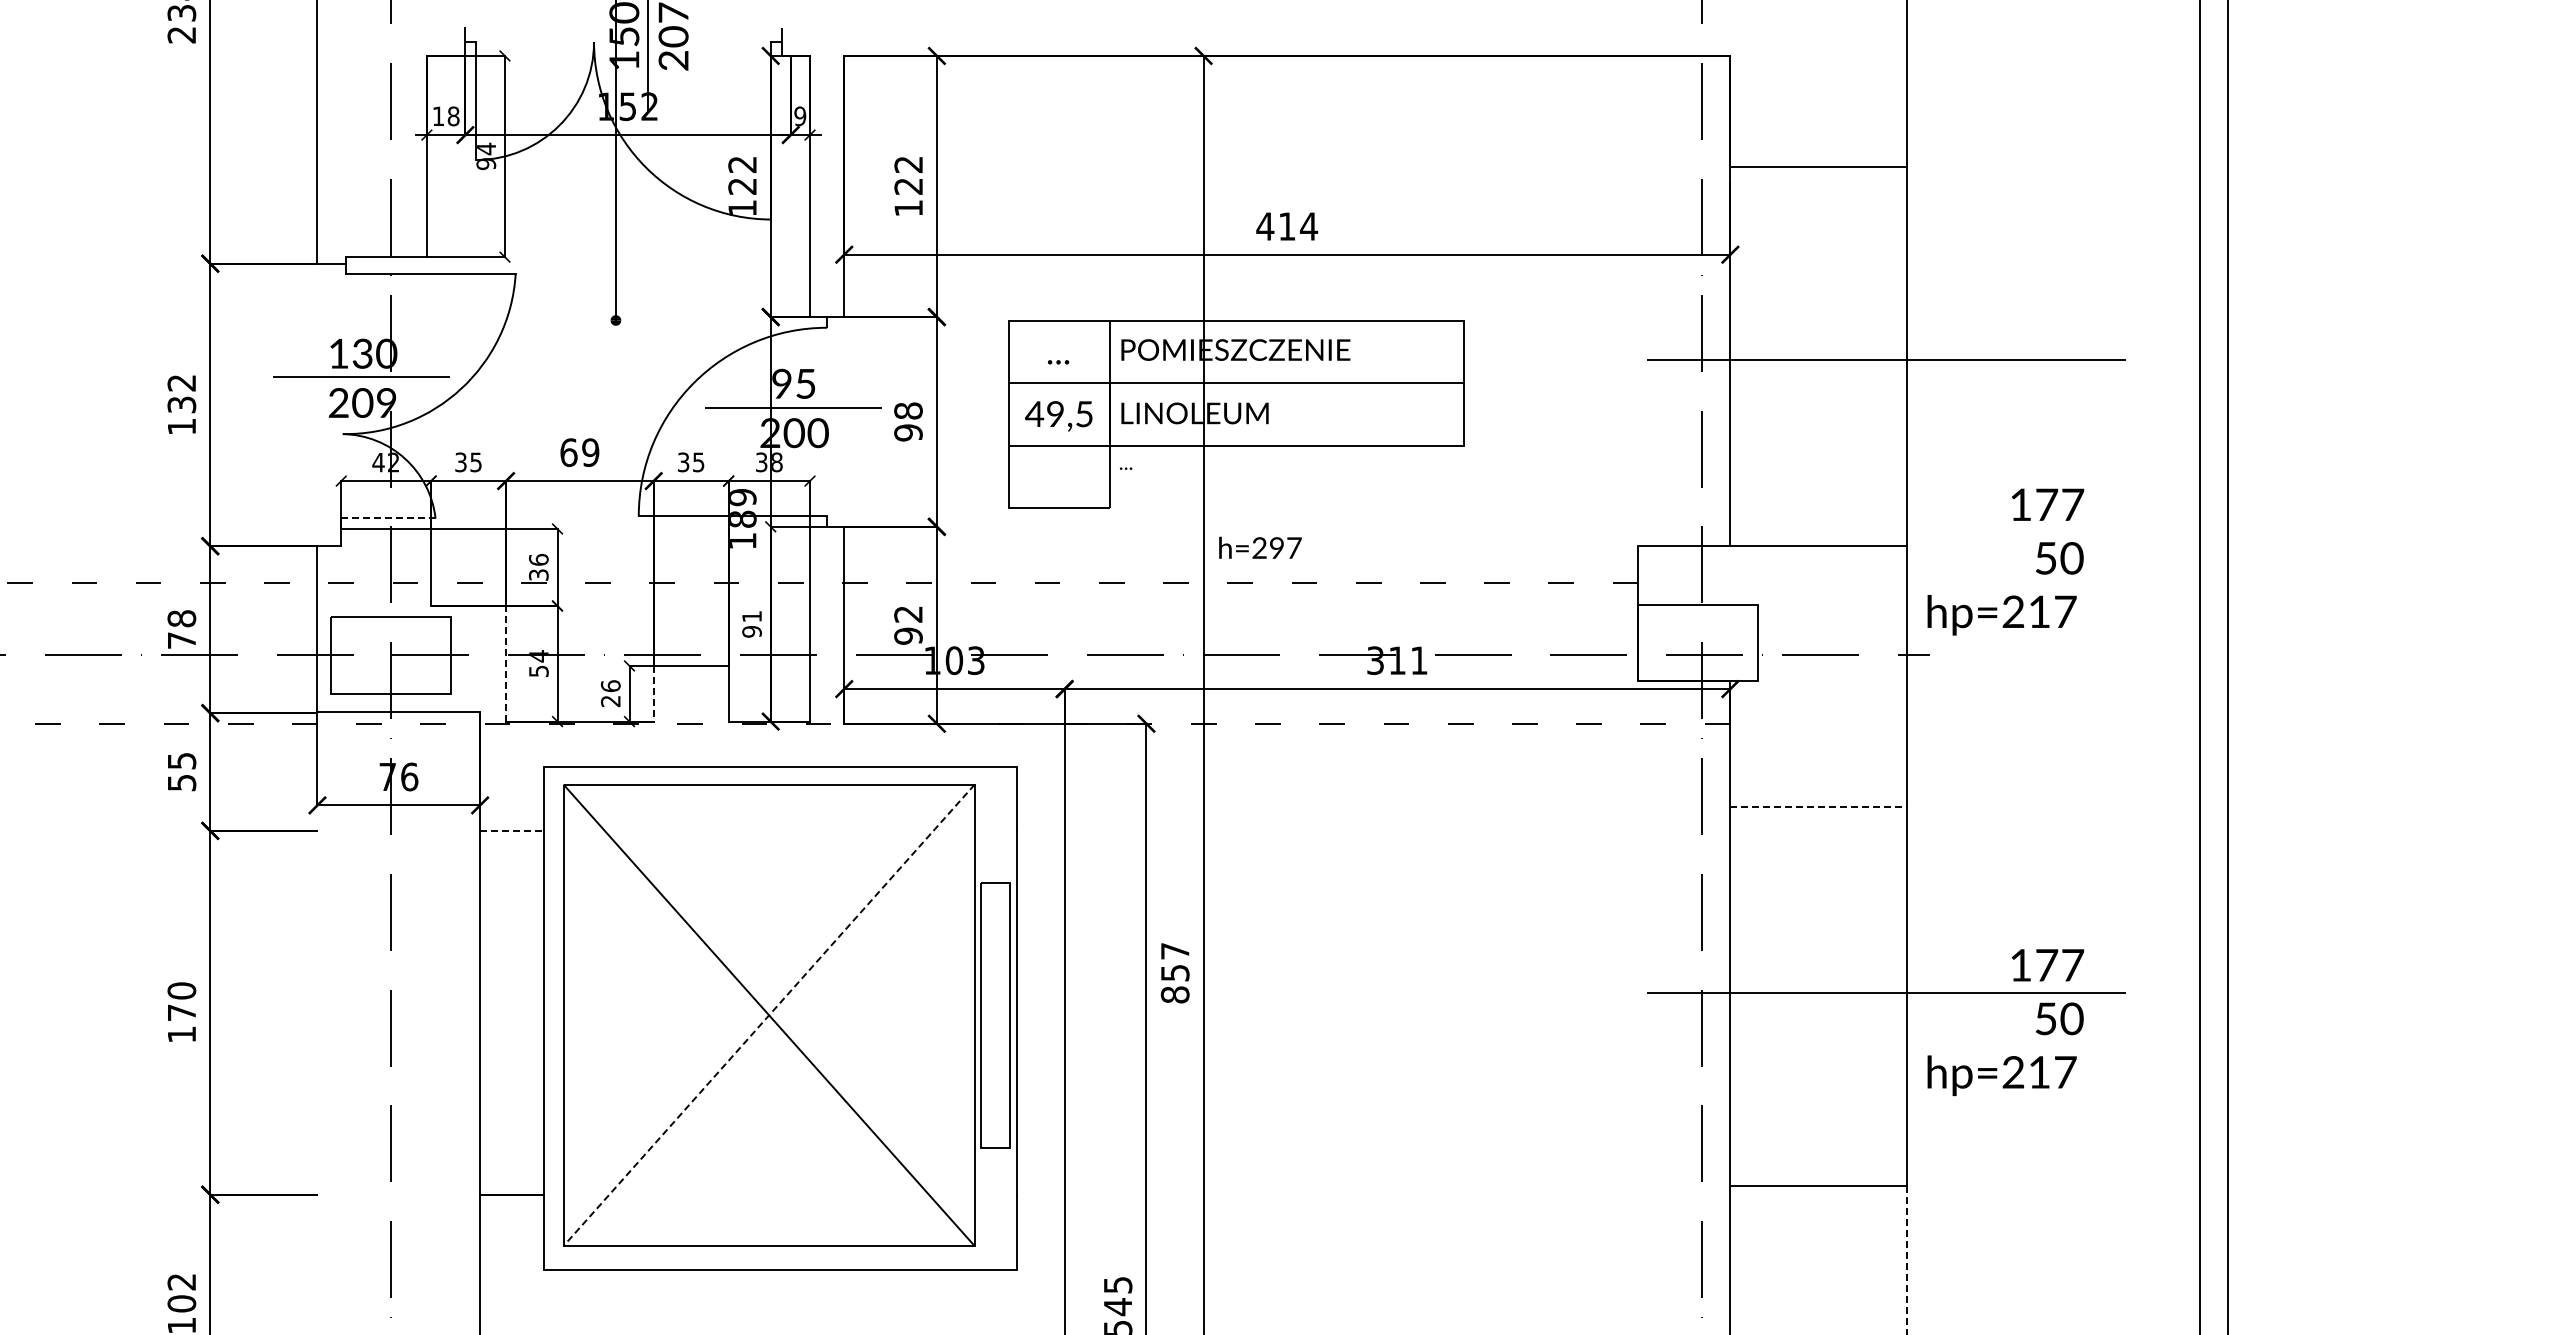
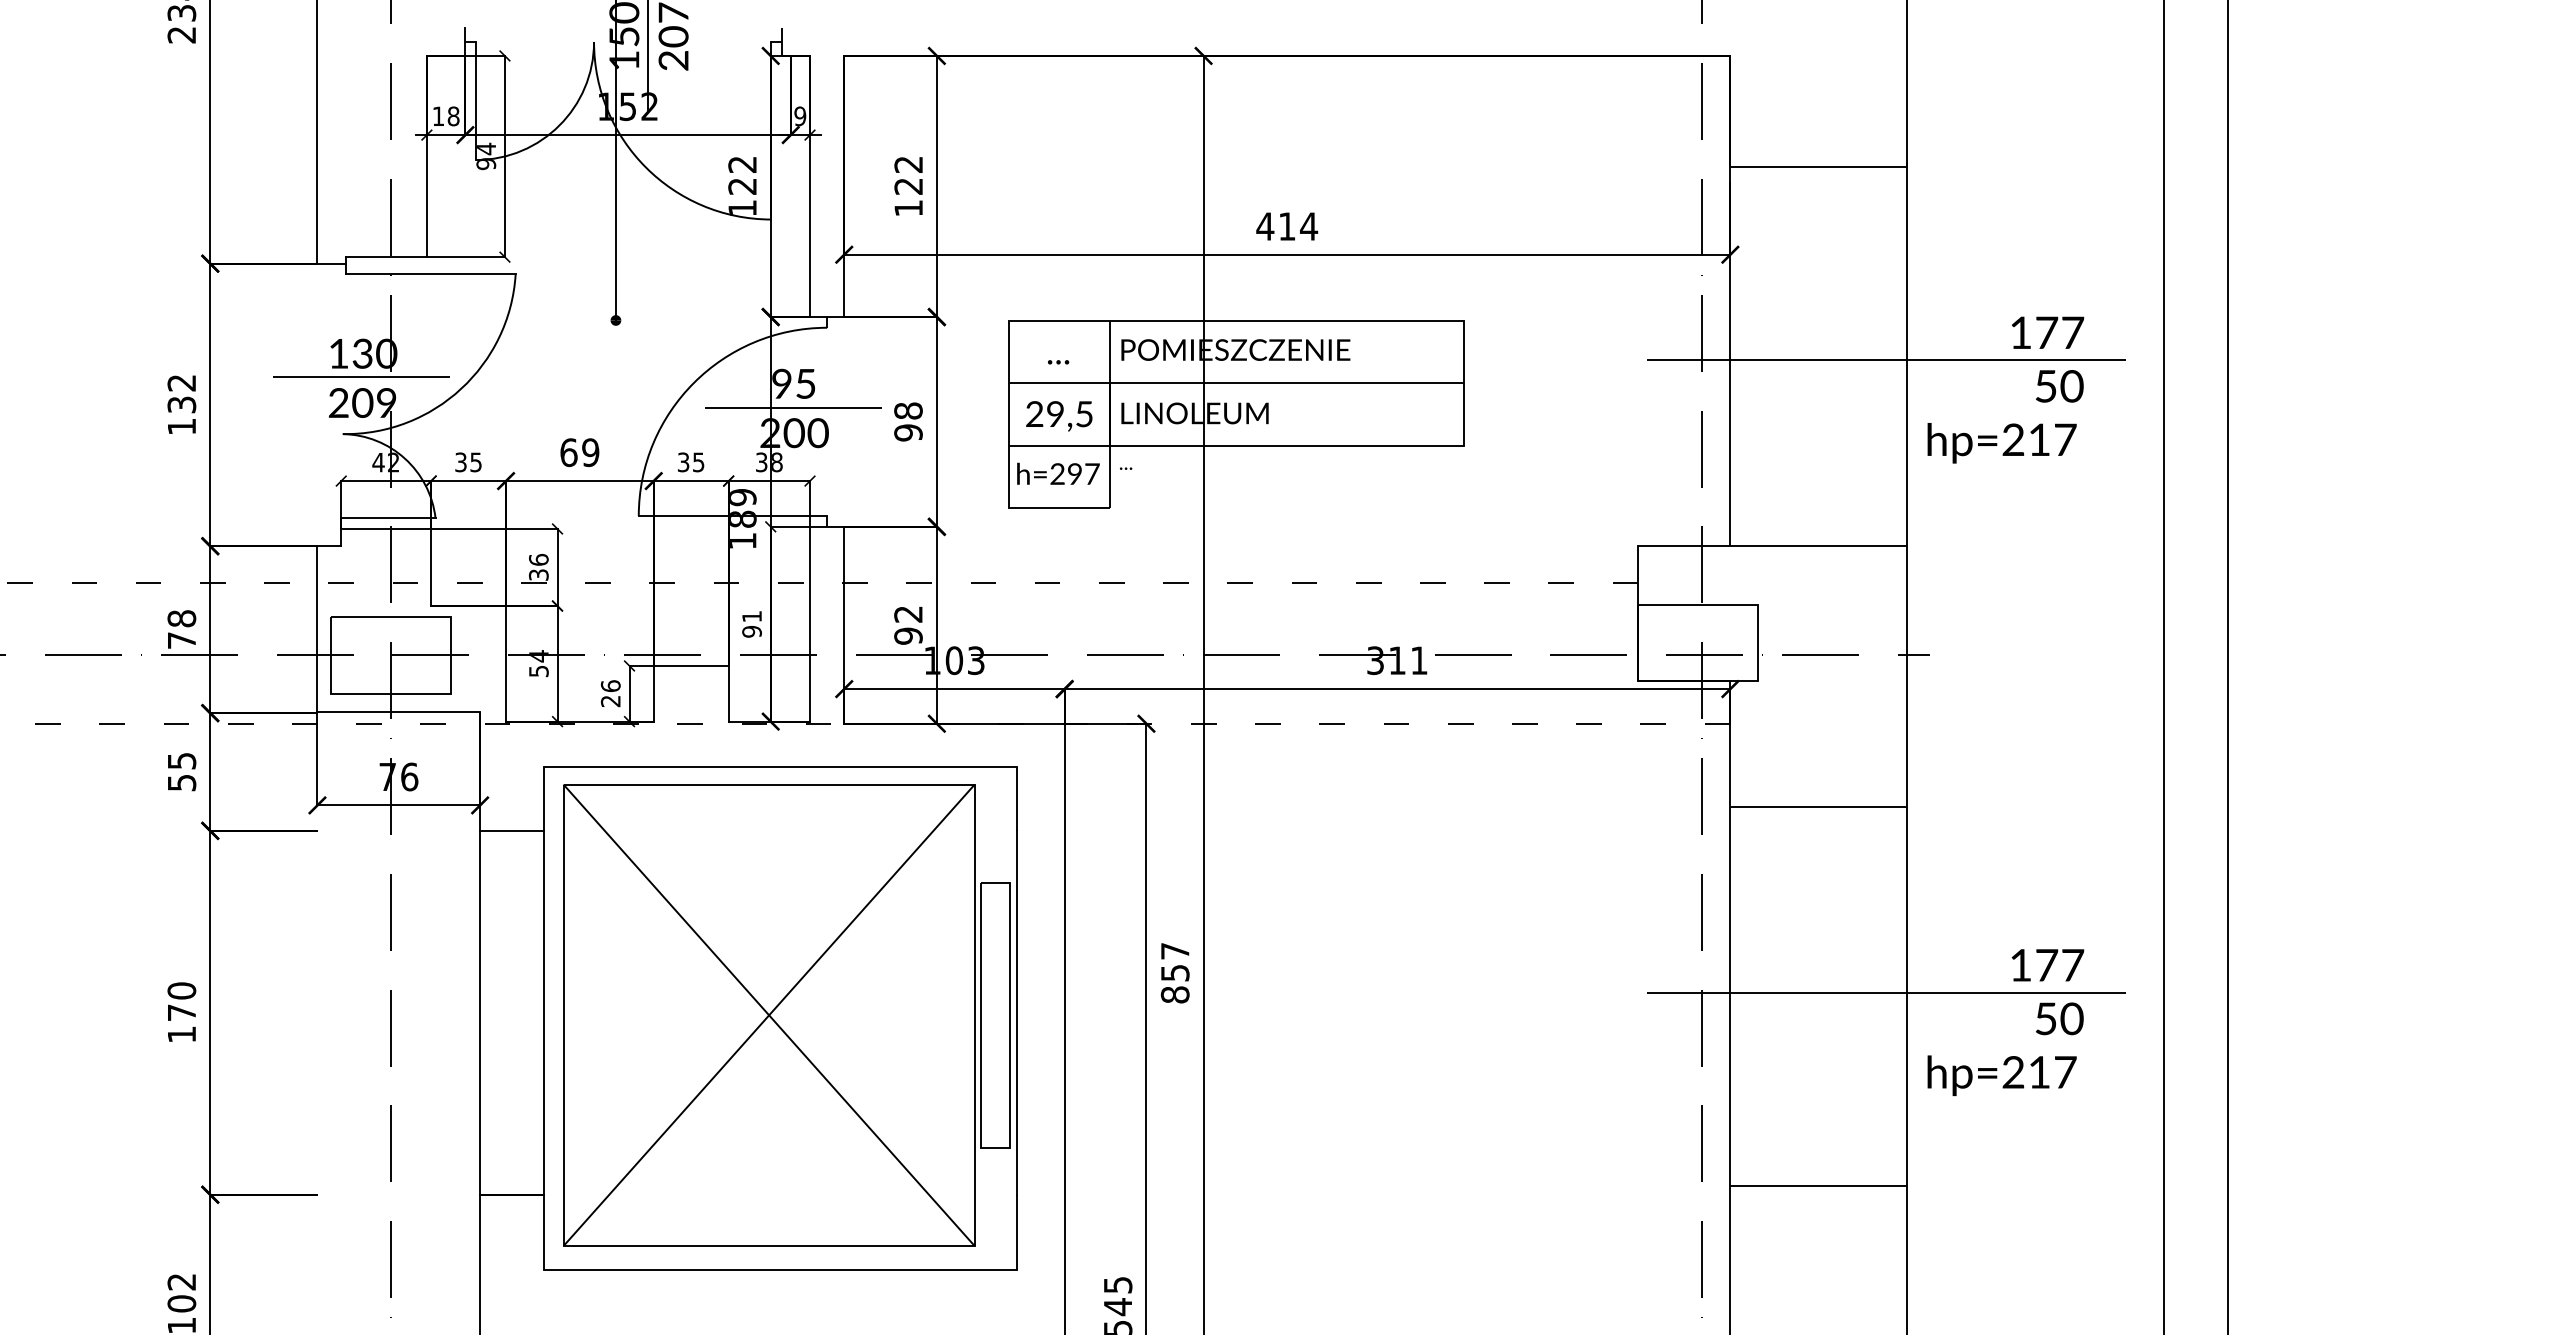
text at (1034, 413): 49,5 -> 29,5
line at (388, 518): dashed -> solid
text at (1260, 547) position: (1260, 547) -> (1058, 473)
text at (2005, 561) position: (2005, 561) -> (2005, 389)
line at (506, 663): dashed -> solid
line at (2199, 666) position: (2199, 666) -> (2163, 666)
line at (653, 693): dashed -> solid
line at (1819, 807): dashed -> solid
line at (512, 830): dashed -> solid
line at (768, 1015): dashed -> solid
line at (1906, 1260): dashed -> solid
